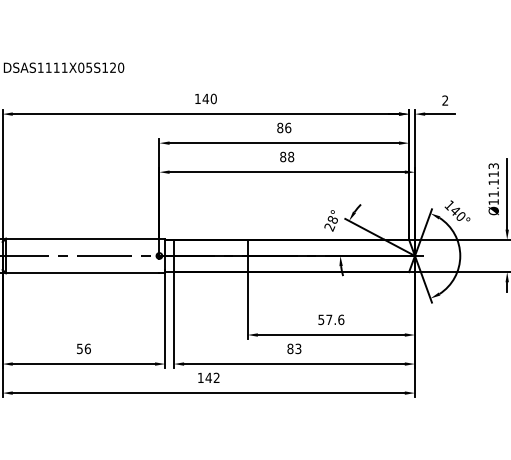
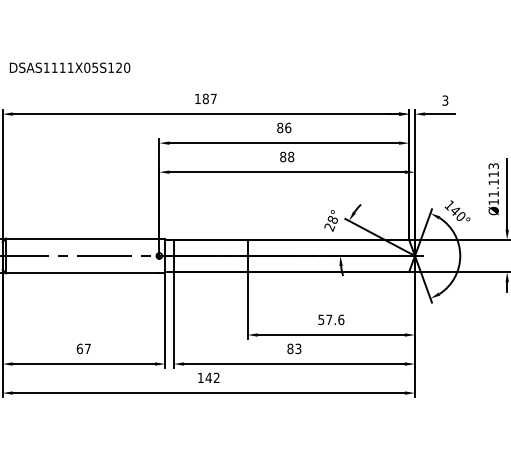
text at (63, 67) position: (63, 67) -> (69, 67)
text at (209, 98): 140 -> 187
text at (445, 100): 2 -> 3
text at (83, 348): 56 -> 67
